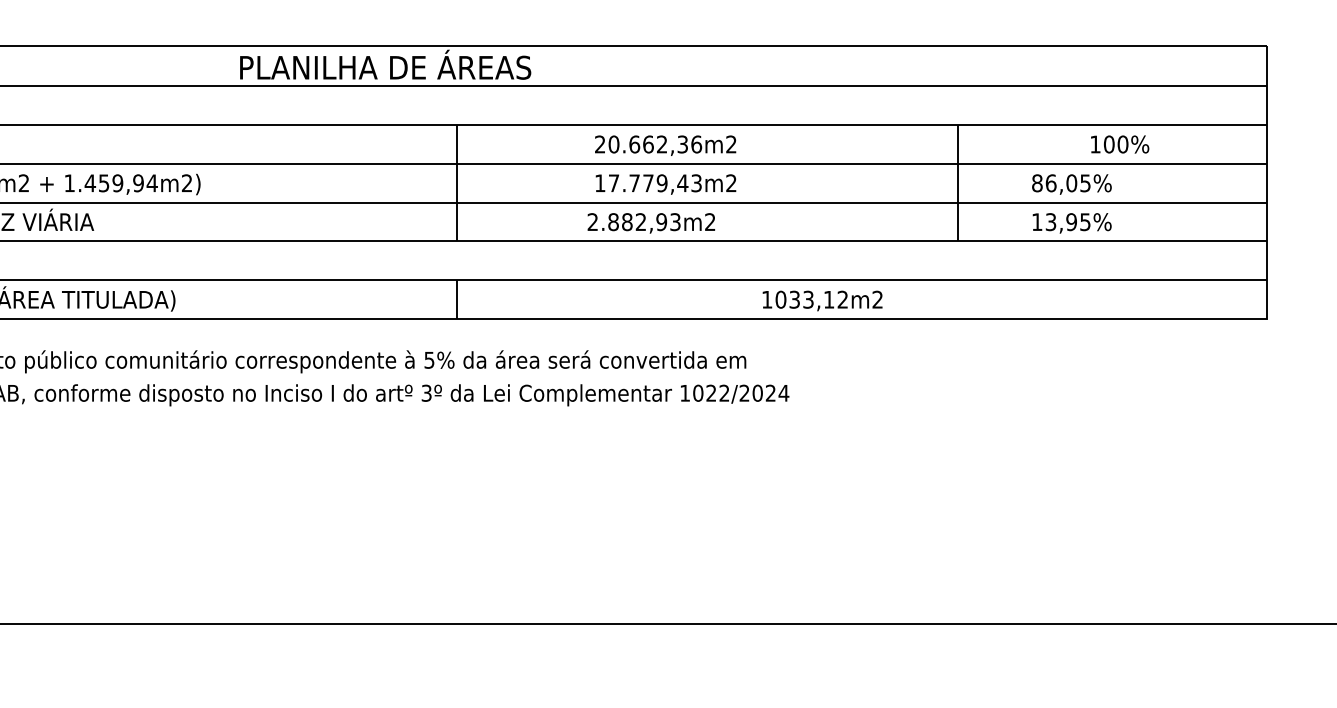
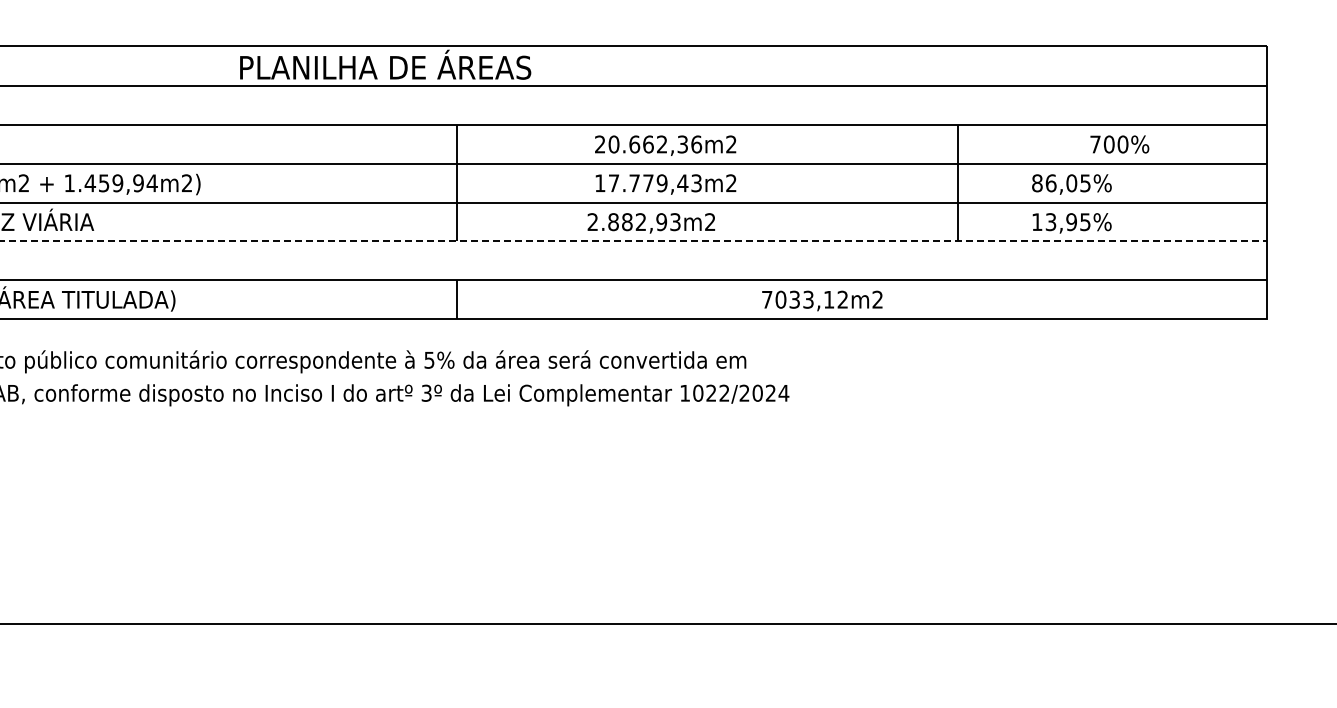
text at (1095, 144): 100% -> 700%
line at (633, 241): solid -> dashed
text at (767, 299): 1033,12m2 -> 7033,12m2
